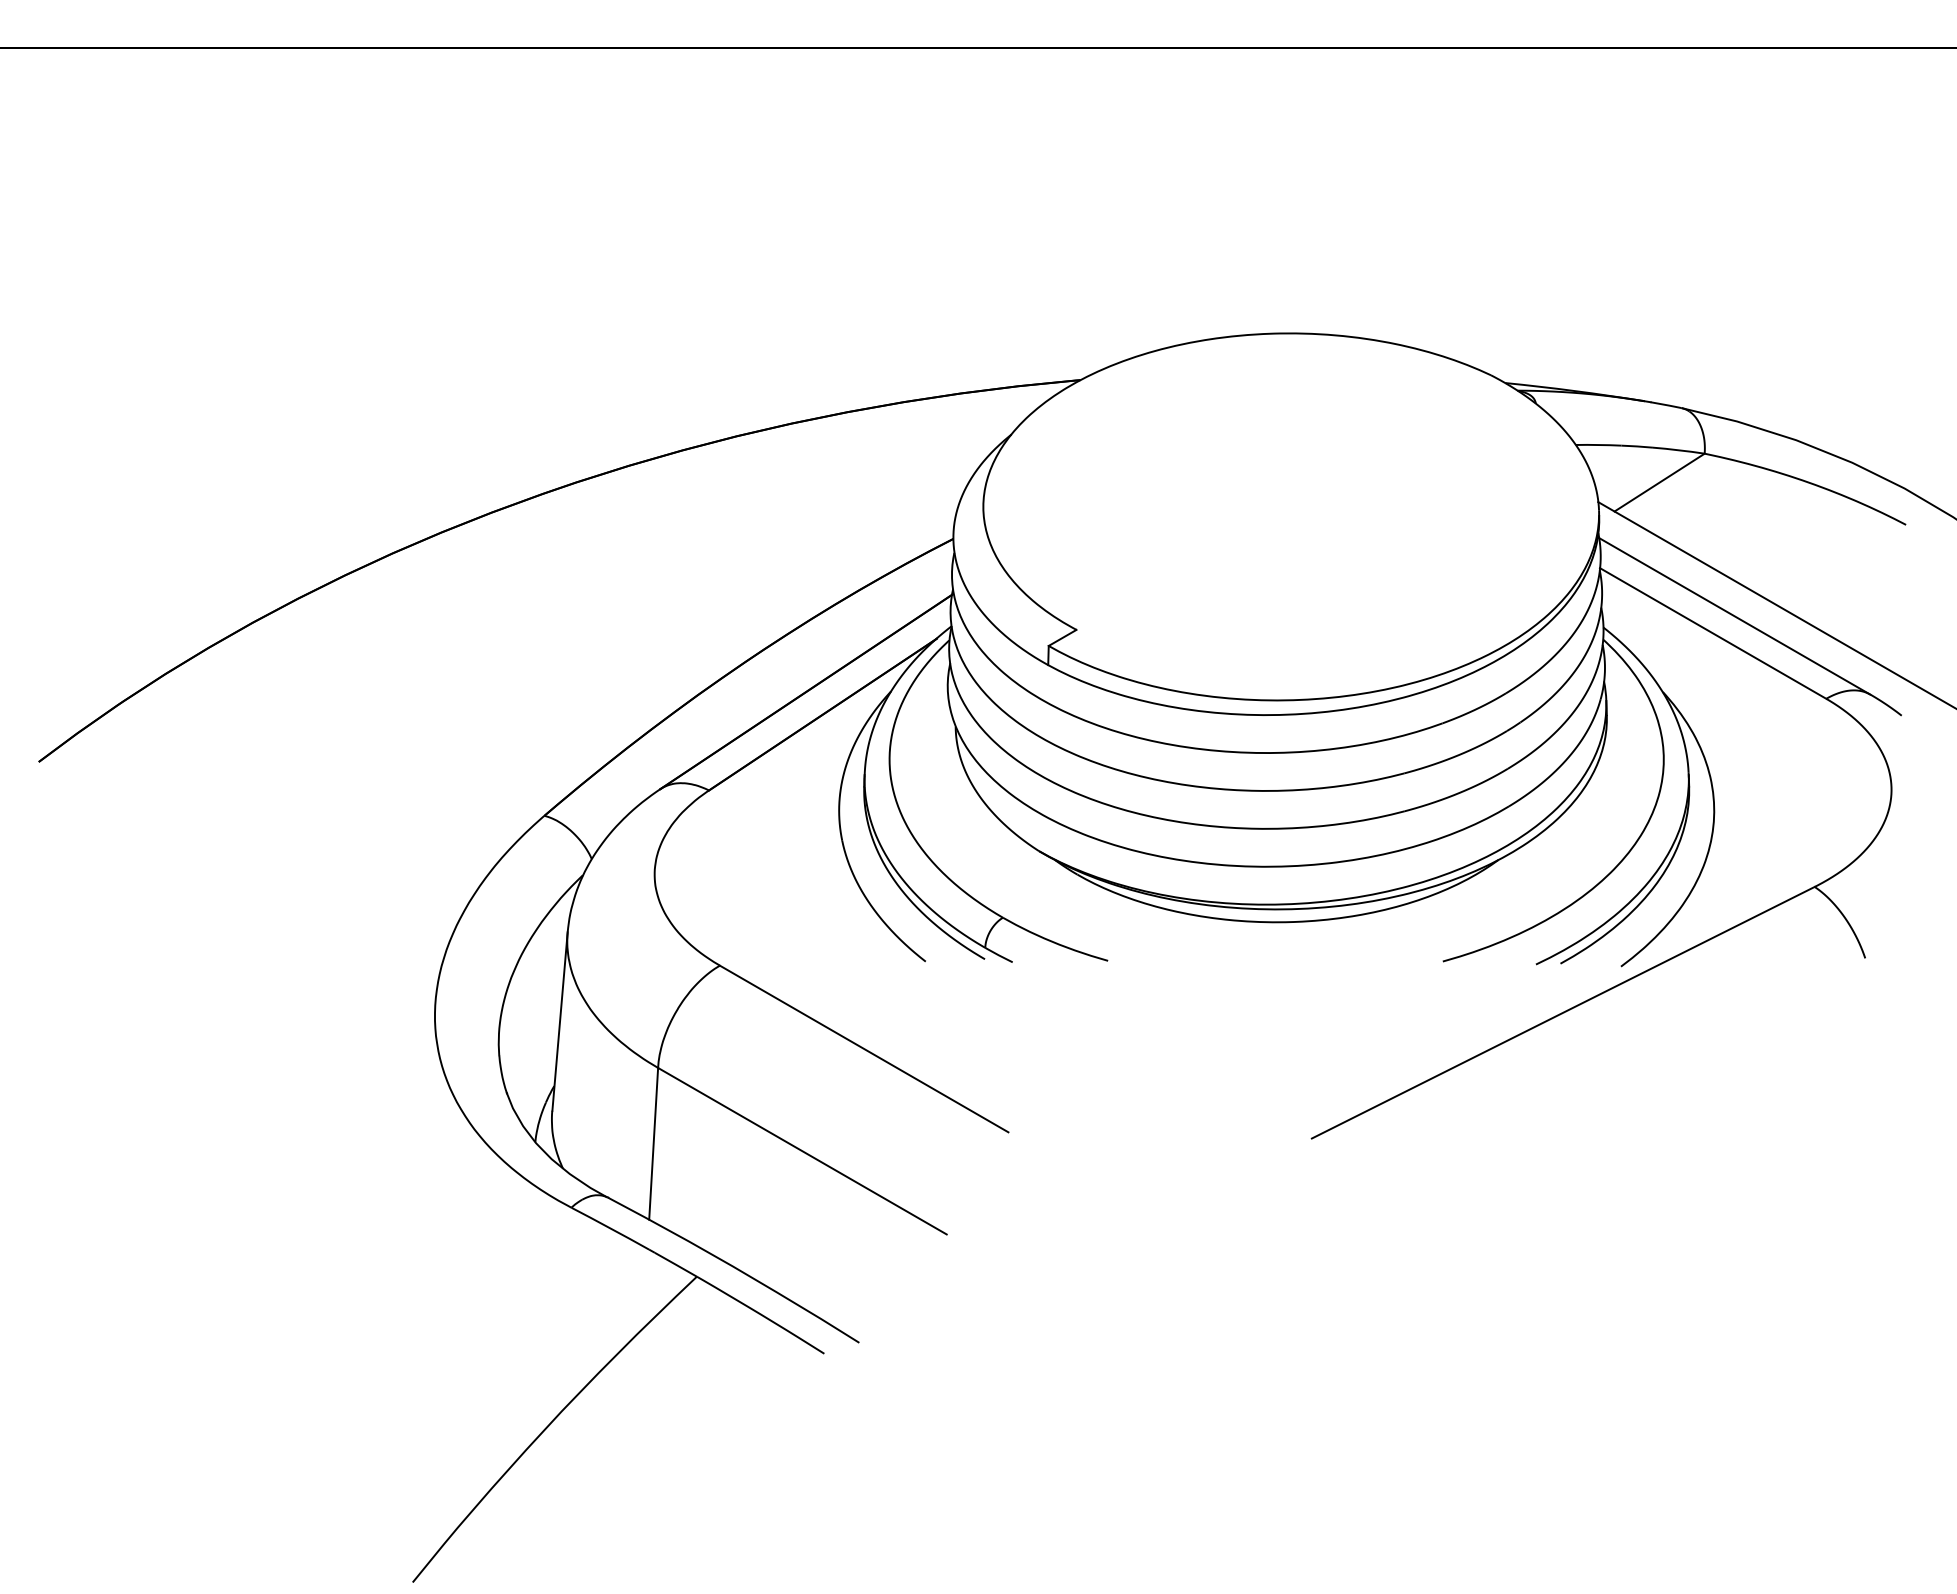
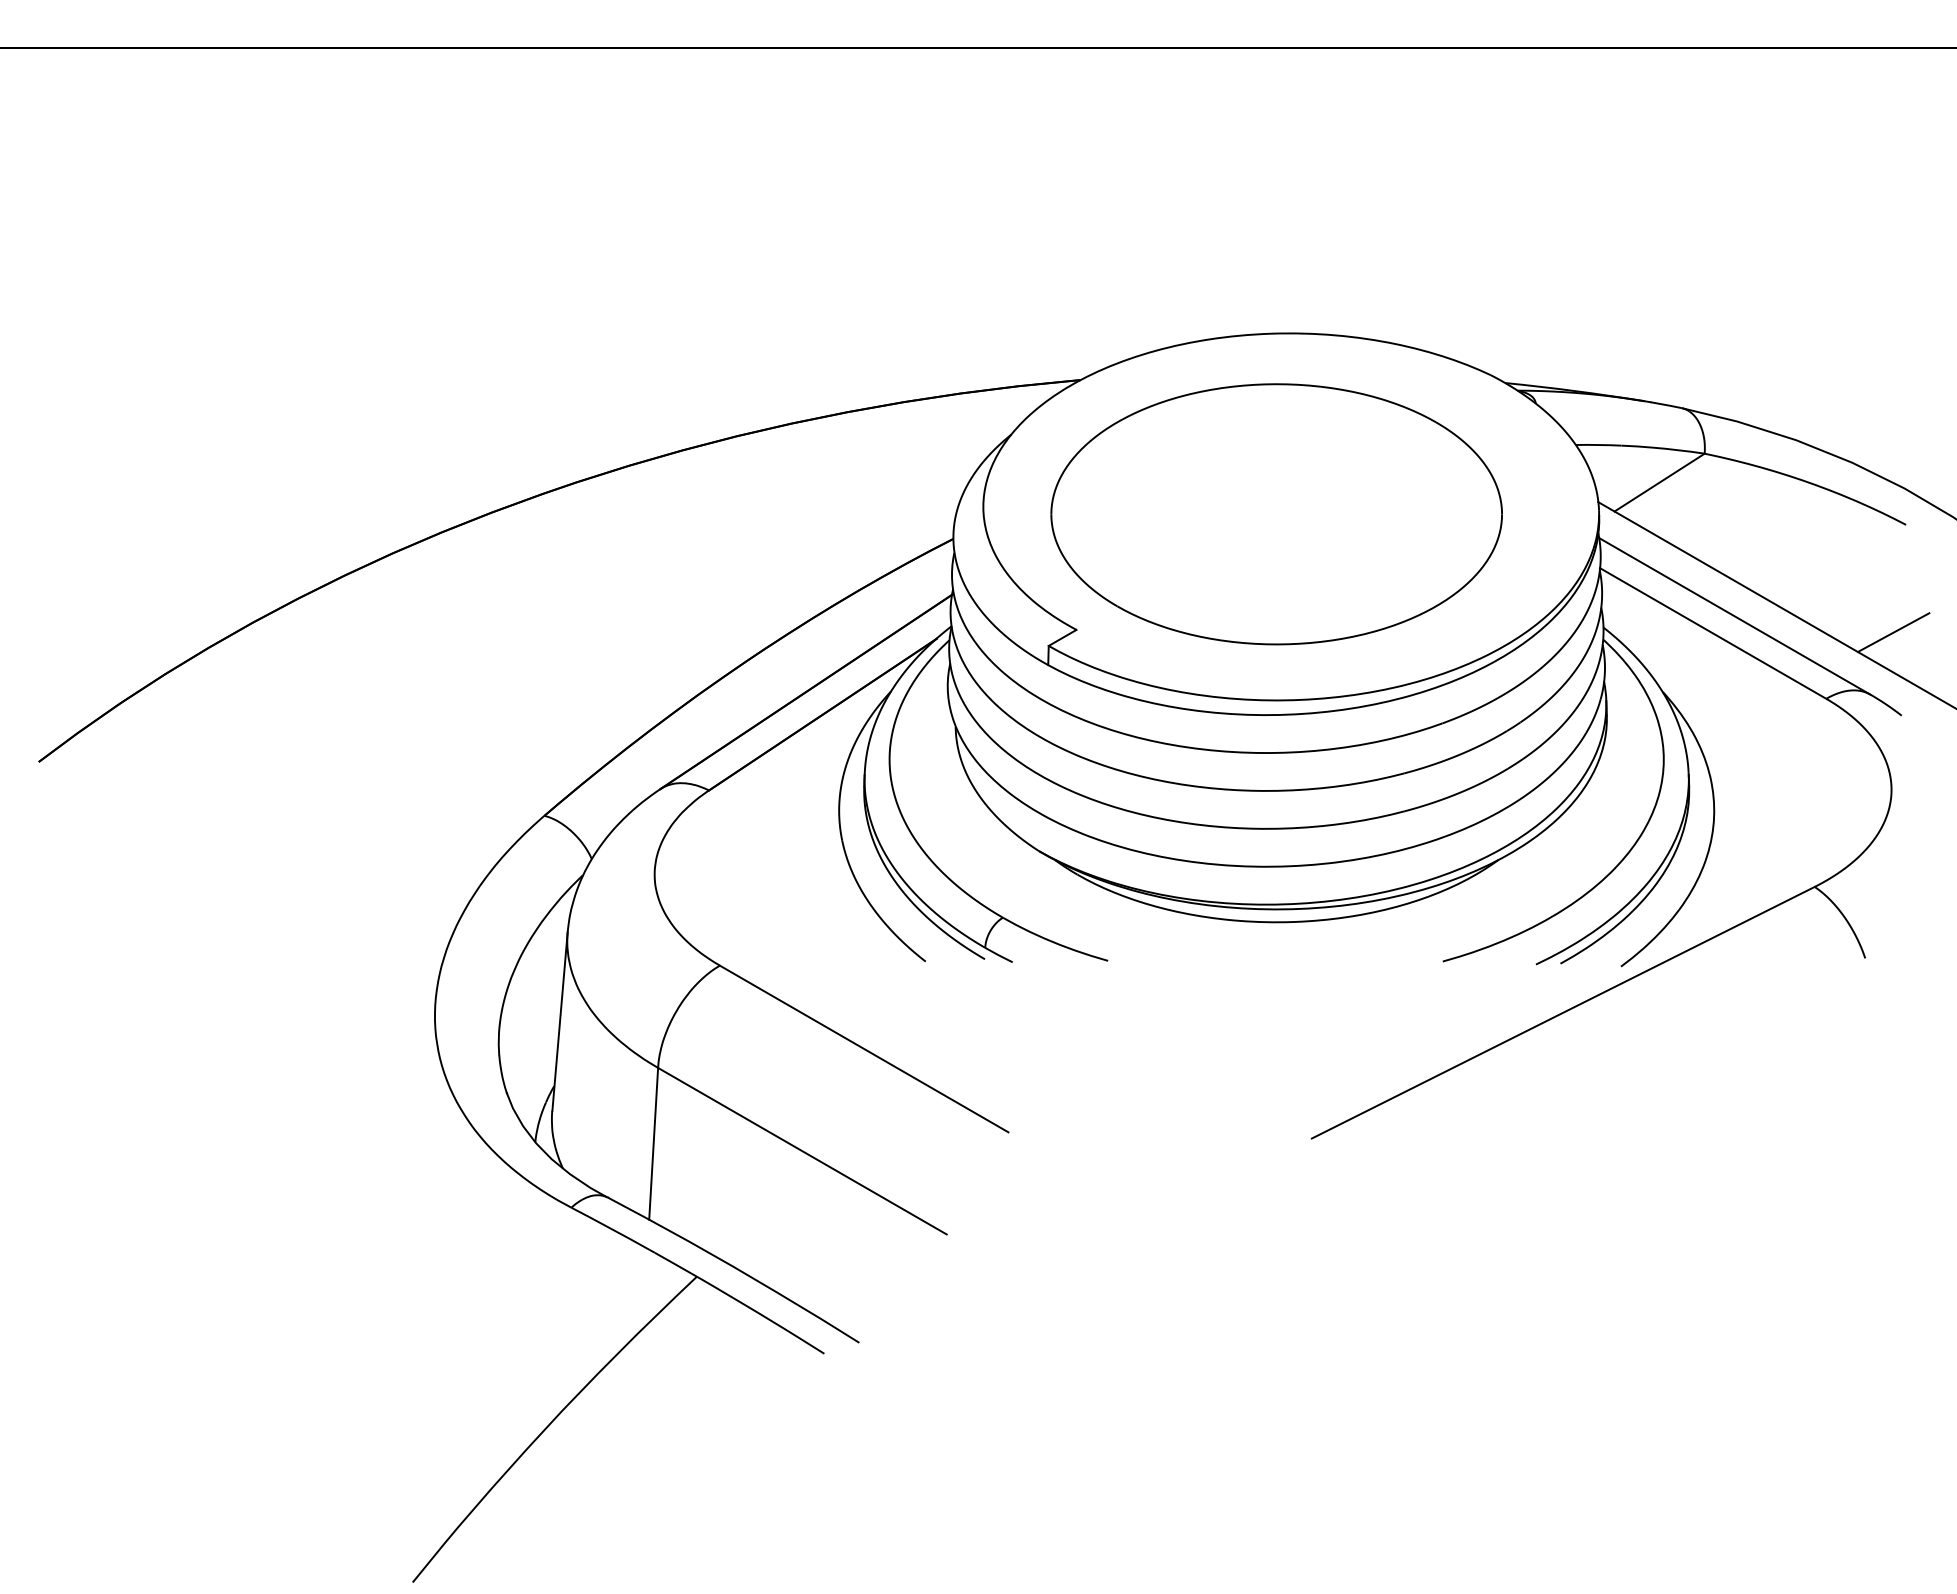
part at (1276, 514): none -> present
line at (1893, 632): none -> present
